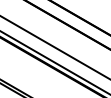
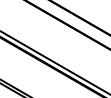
line at (54, 47): present -> none
